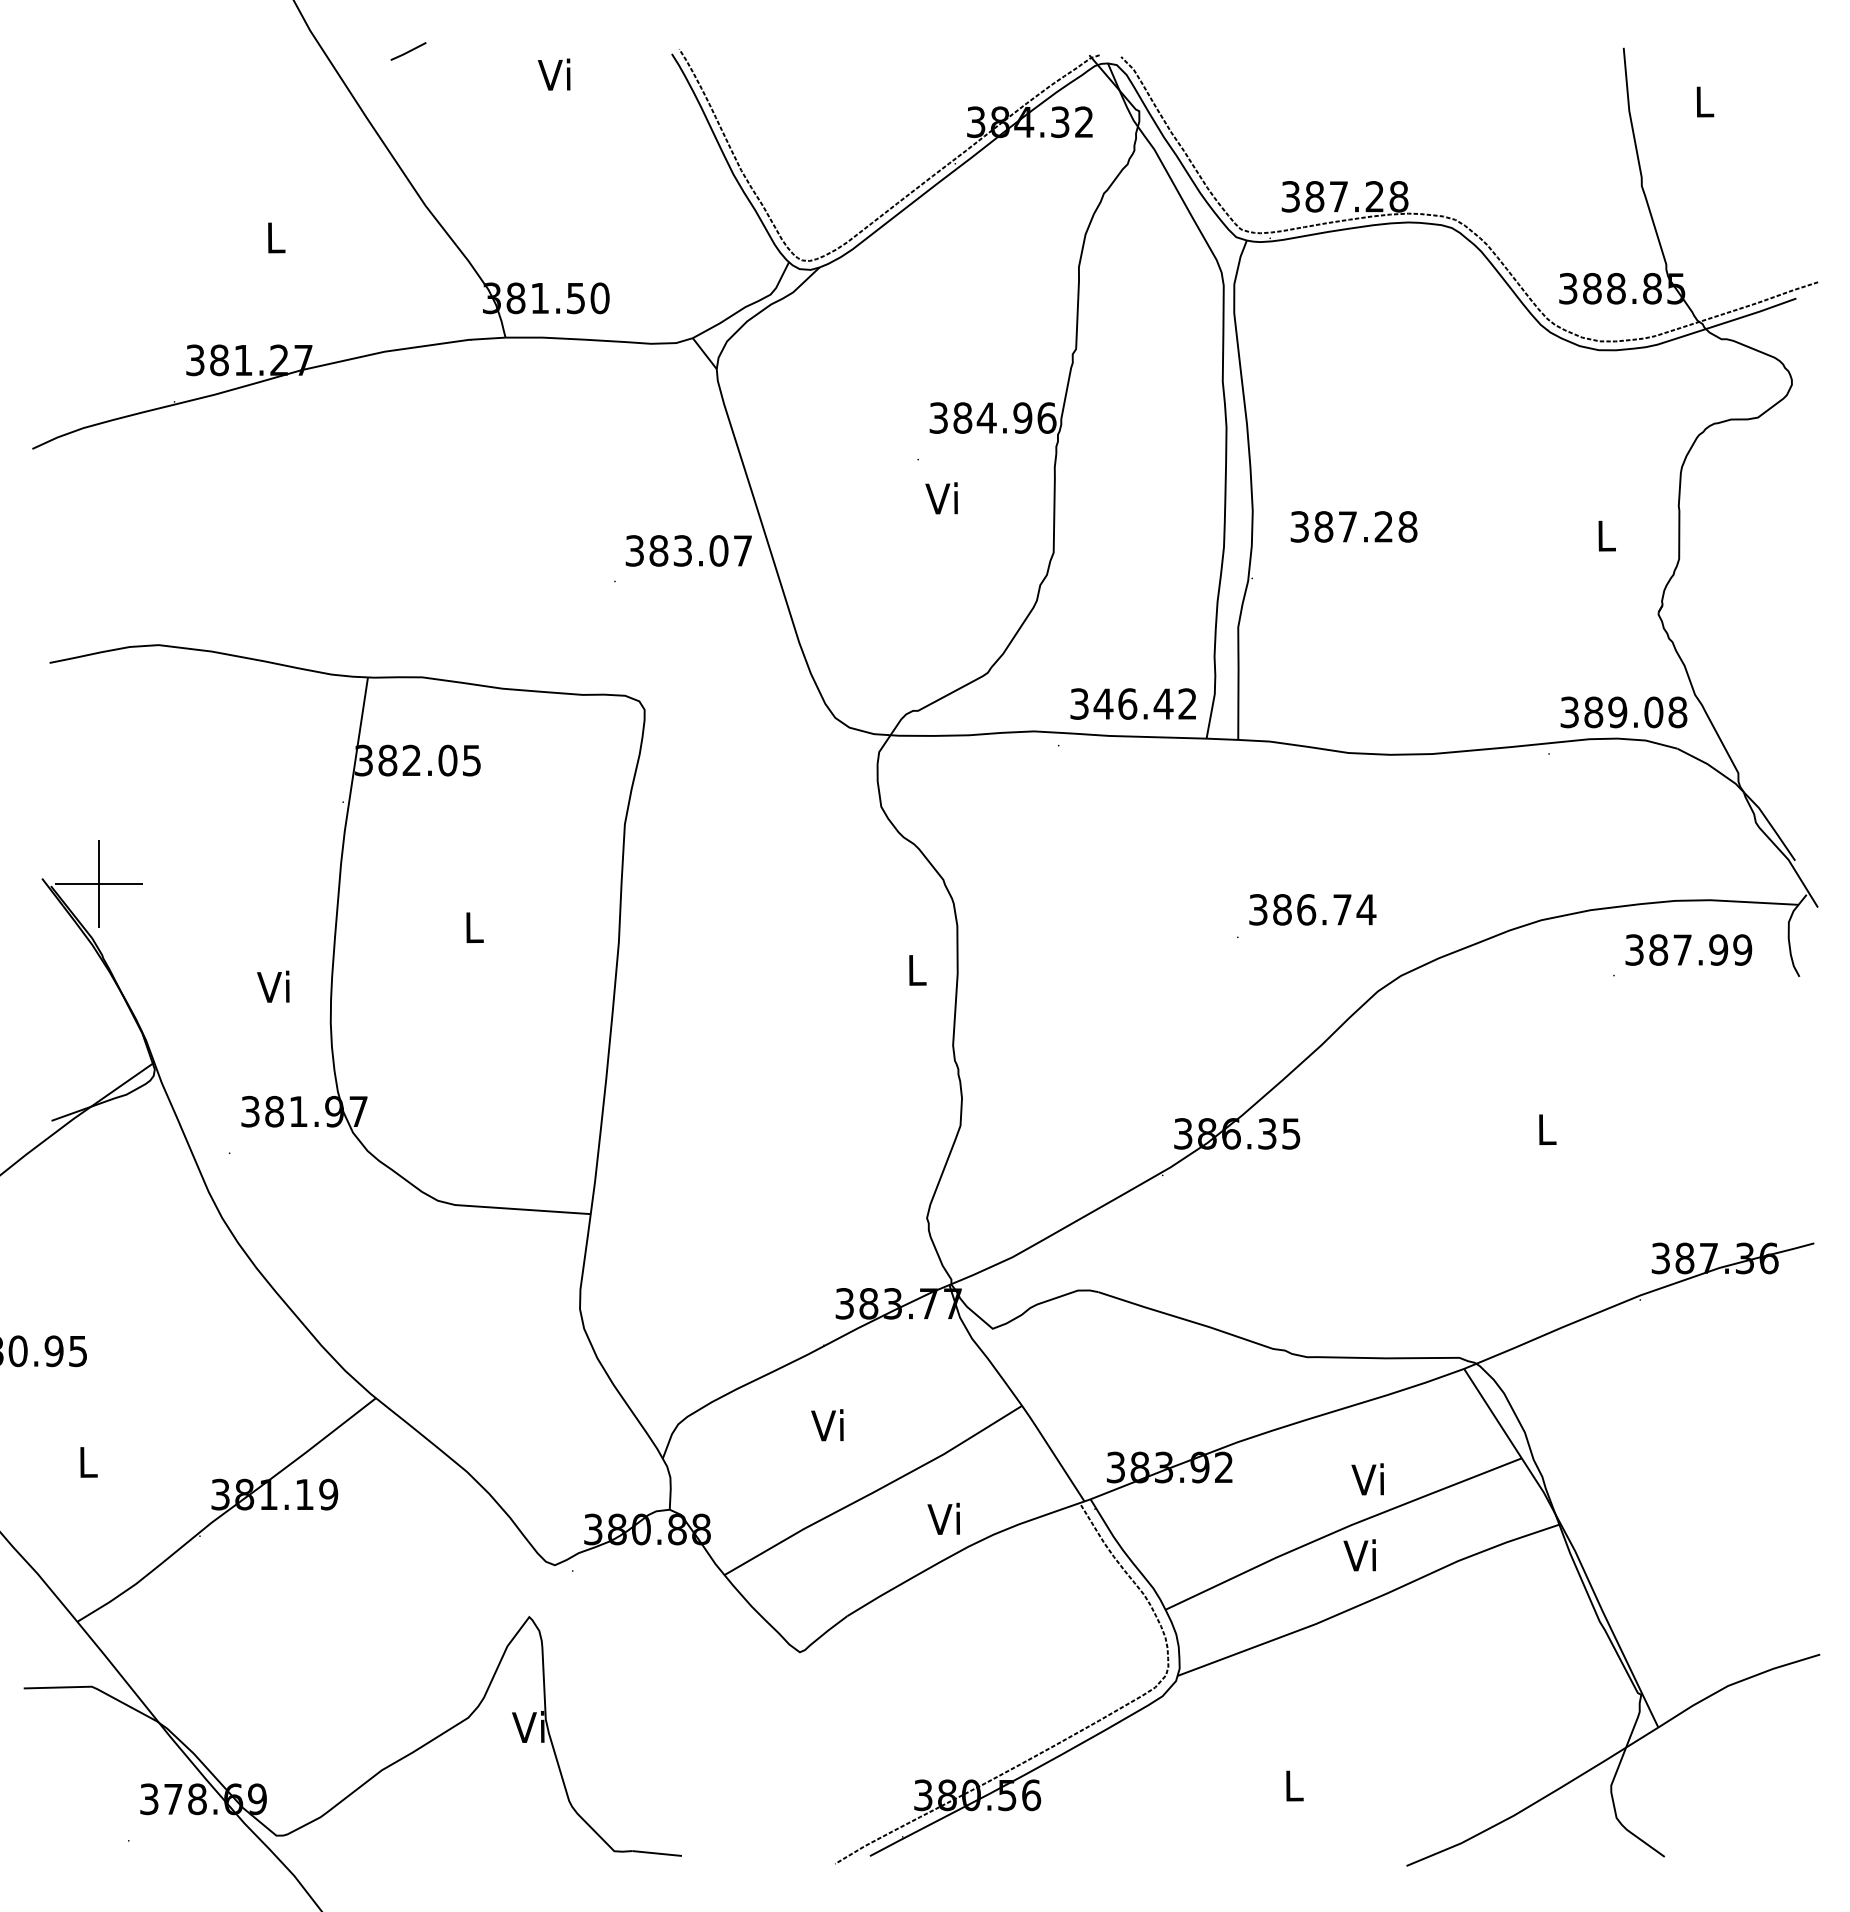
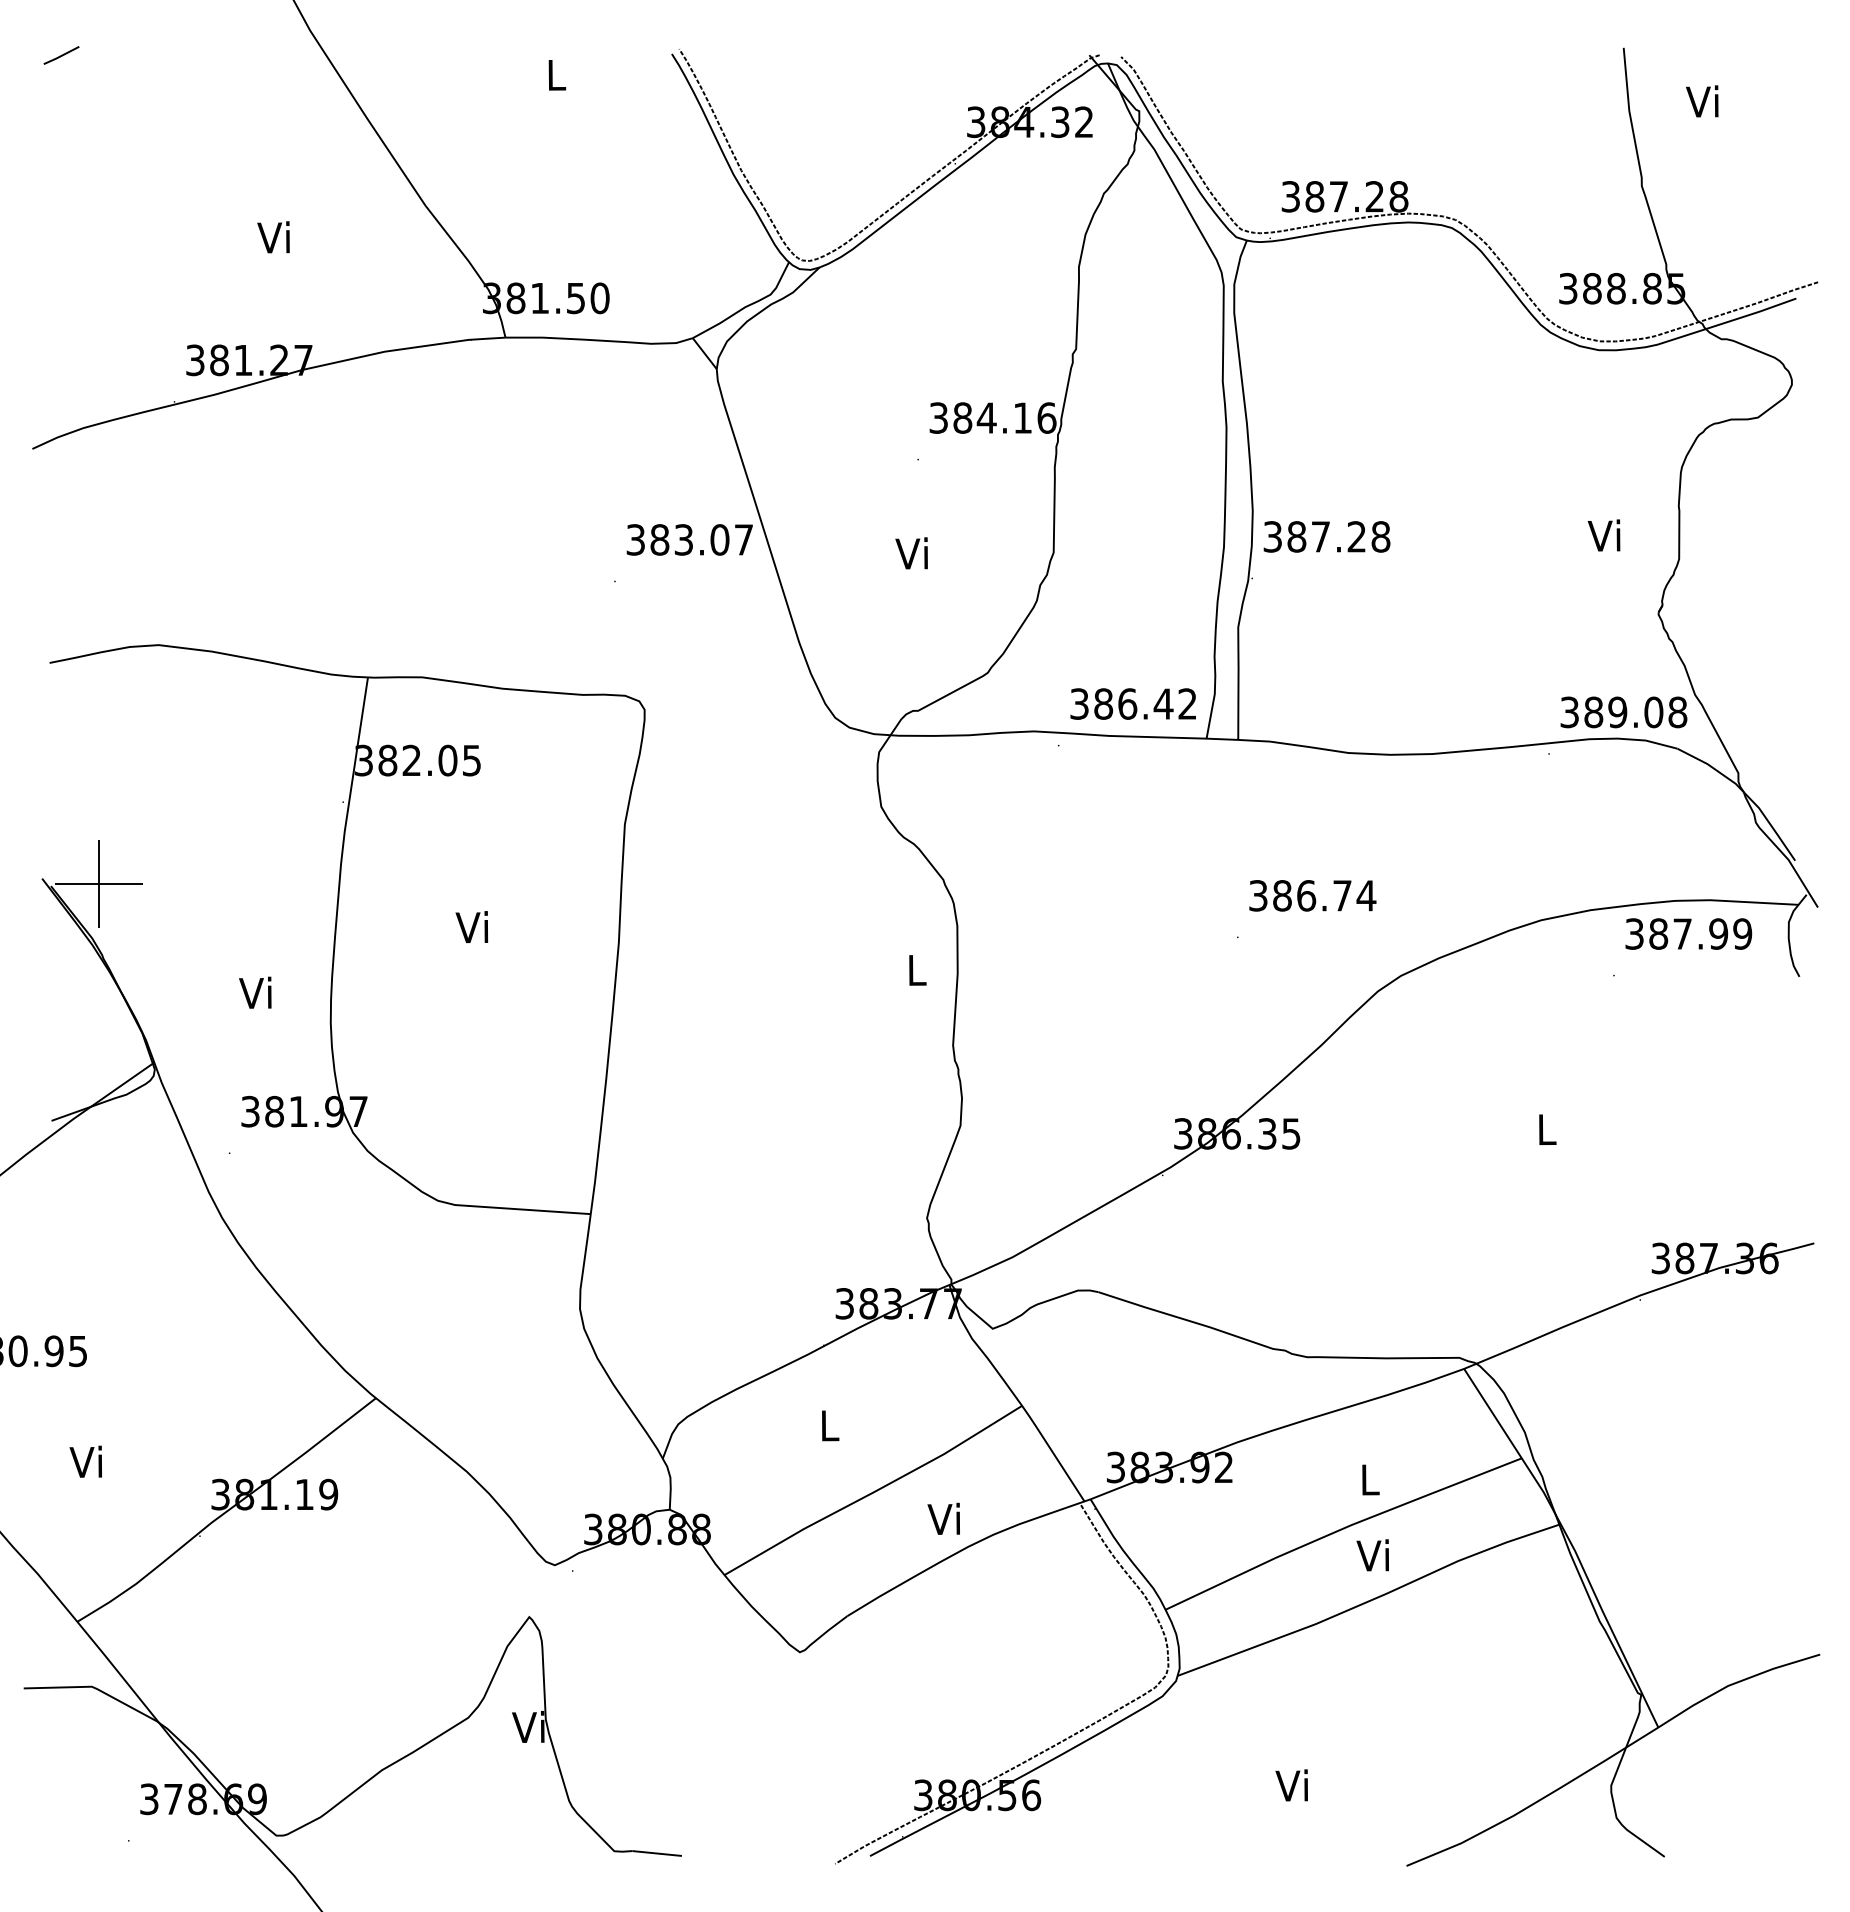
line at (408, 51) position: (408, 51) -> (61, 55)
text at (553, 74): Vi -> L
text at (1702, 101): L -> Vi
text at (273, 237): L -> Vi
text at (1022, 417): 384.96 -> 384.16
text at (941, 498) position: (941, 498) -> (911, 553)
text at (1353, 526) position: (1353, 526) -> (1326, 536)
text at (1603, 535): L -> Vi
text at (688, 550) position: (688, 550) -> (689, 539)
text at (1103, 703): 346.42 -> 386.42
text at (1312, 909) position: (1312, 909) -> (1312, 895)
text at (471, 926): L -> Vi
text at (1688, 949) position: (1688, 949) -> (1688, 933)
text at (273, 986) position: (273, 986) -> (255, 992)
text at (827, 1425): Vi -> L
text at (85, 1461): L -> Vi
text at (1367, 1479): Vi -> L
text at (1359, 1555) position: (1359, 1555) -> (1372, 1555)
text at (1291, 1785): L -> Vi
